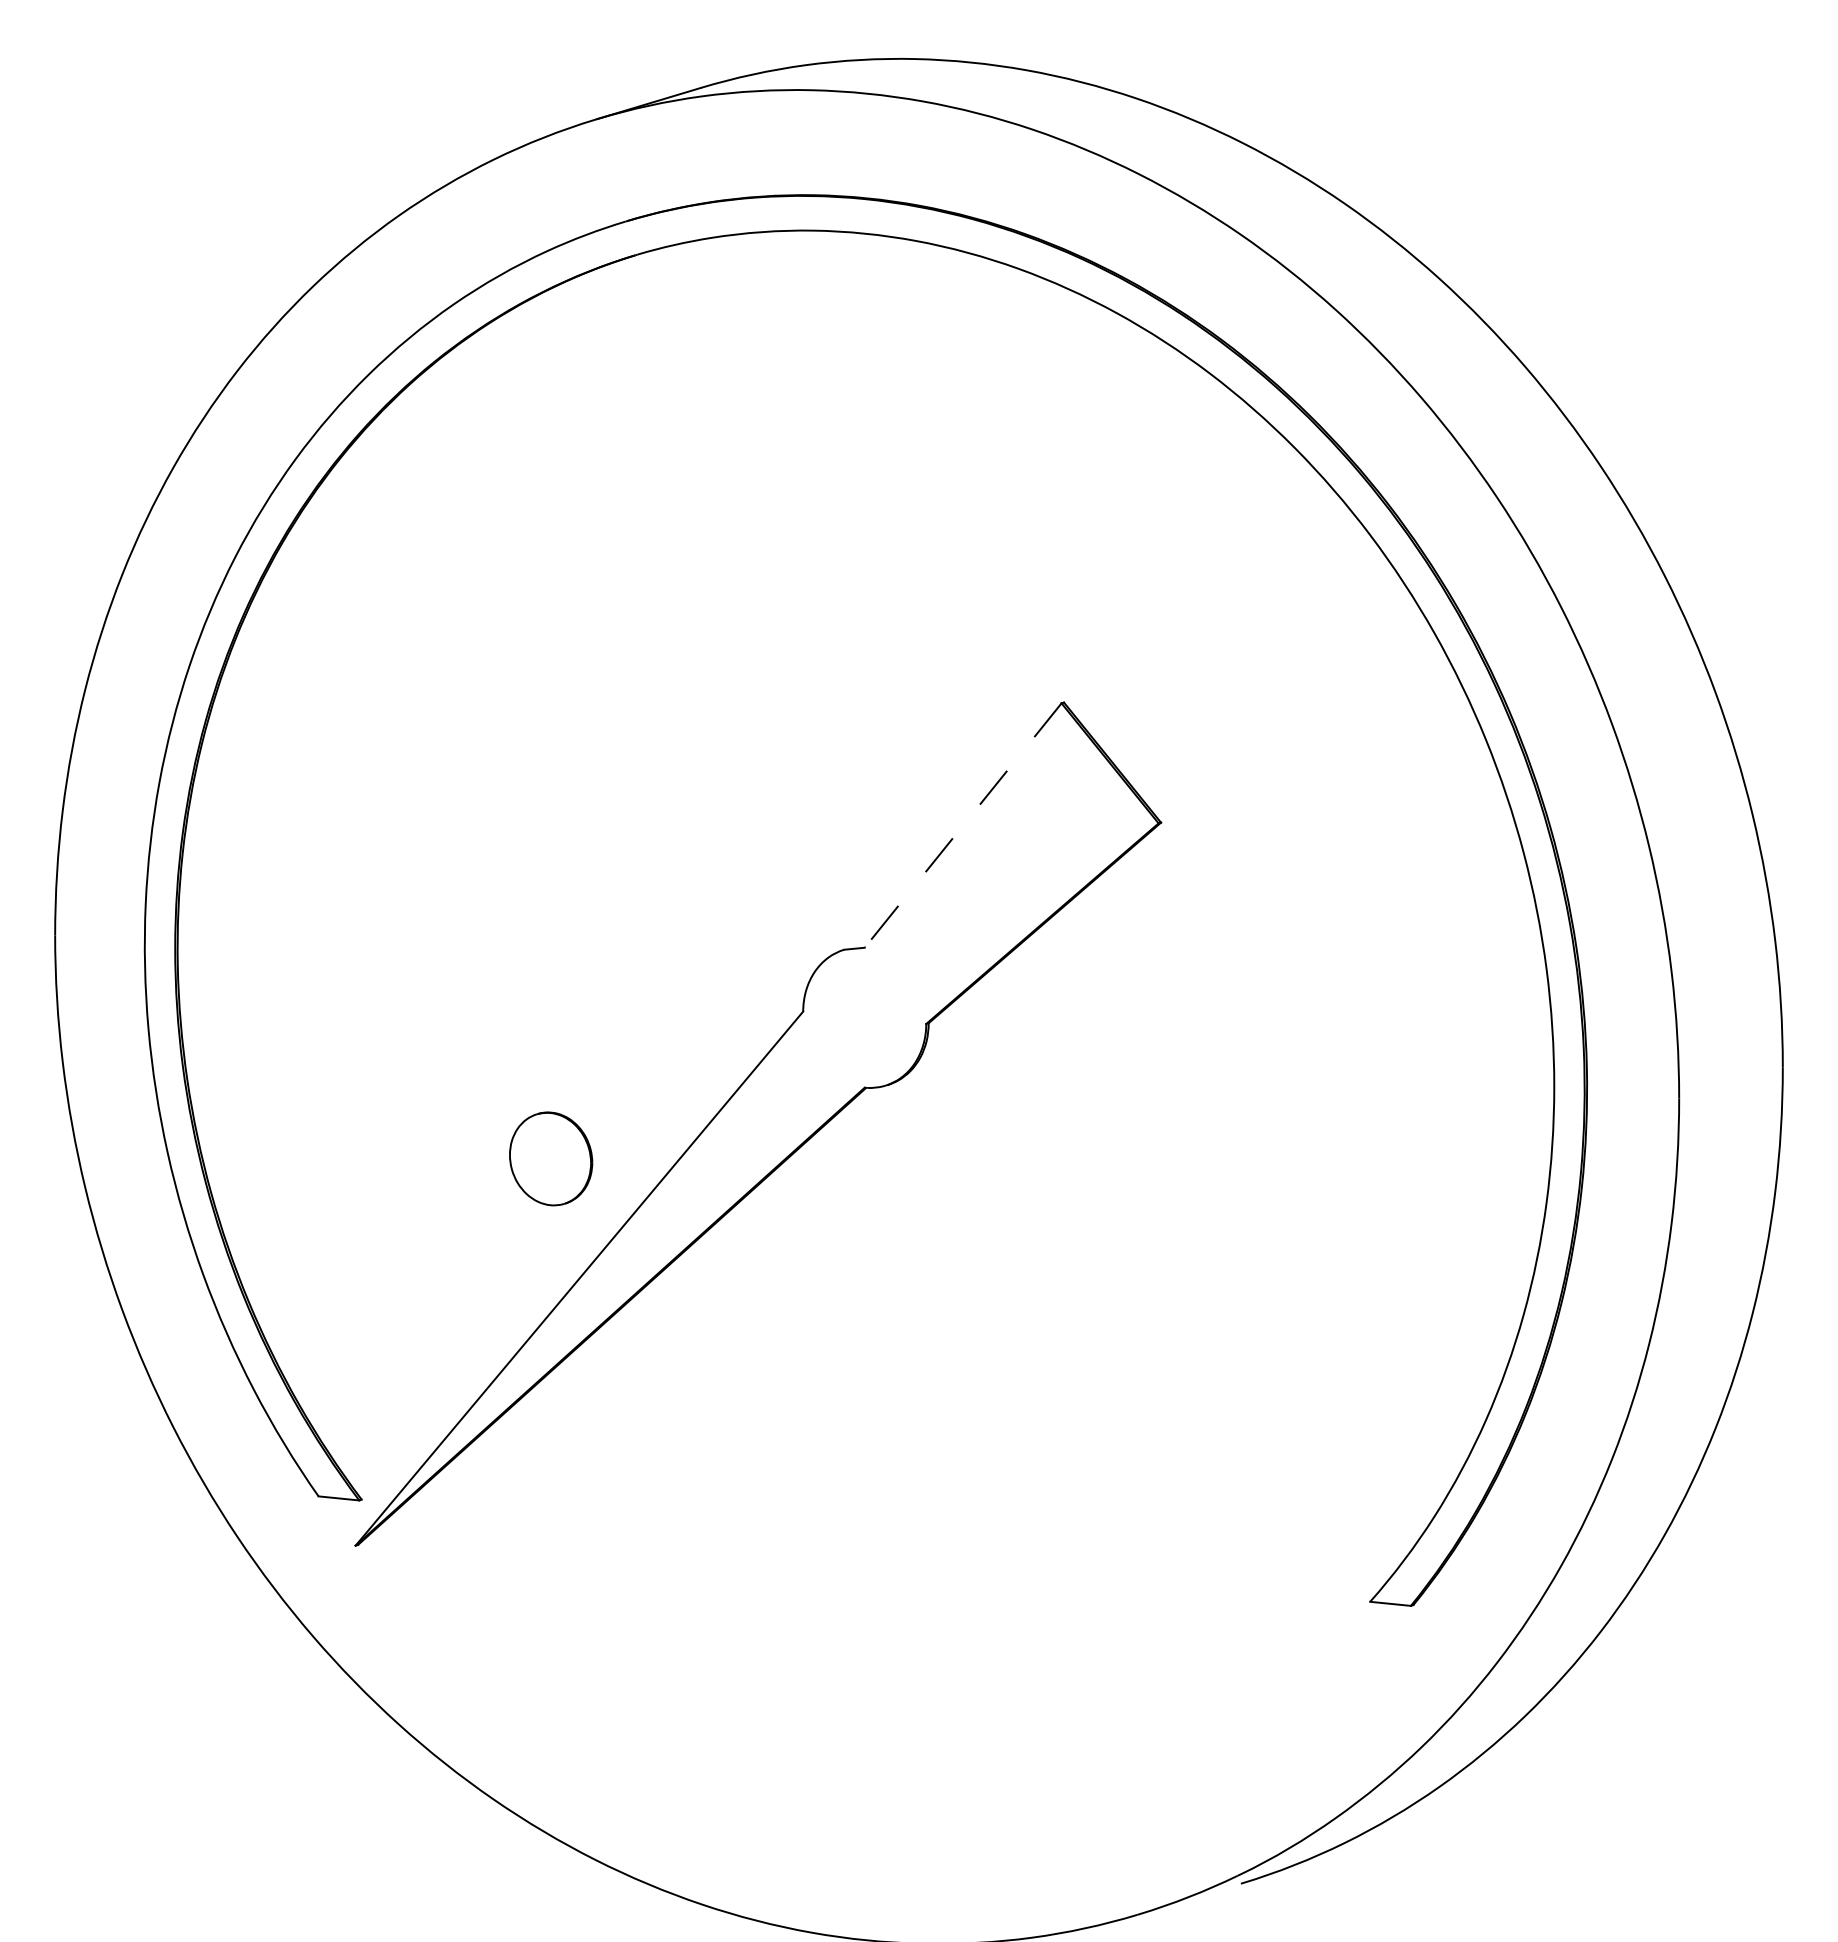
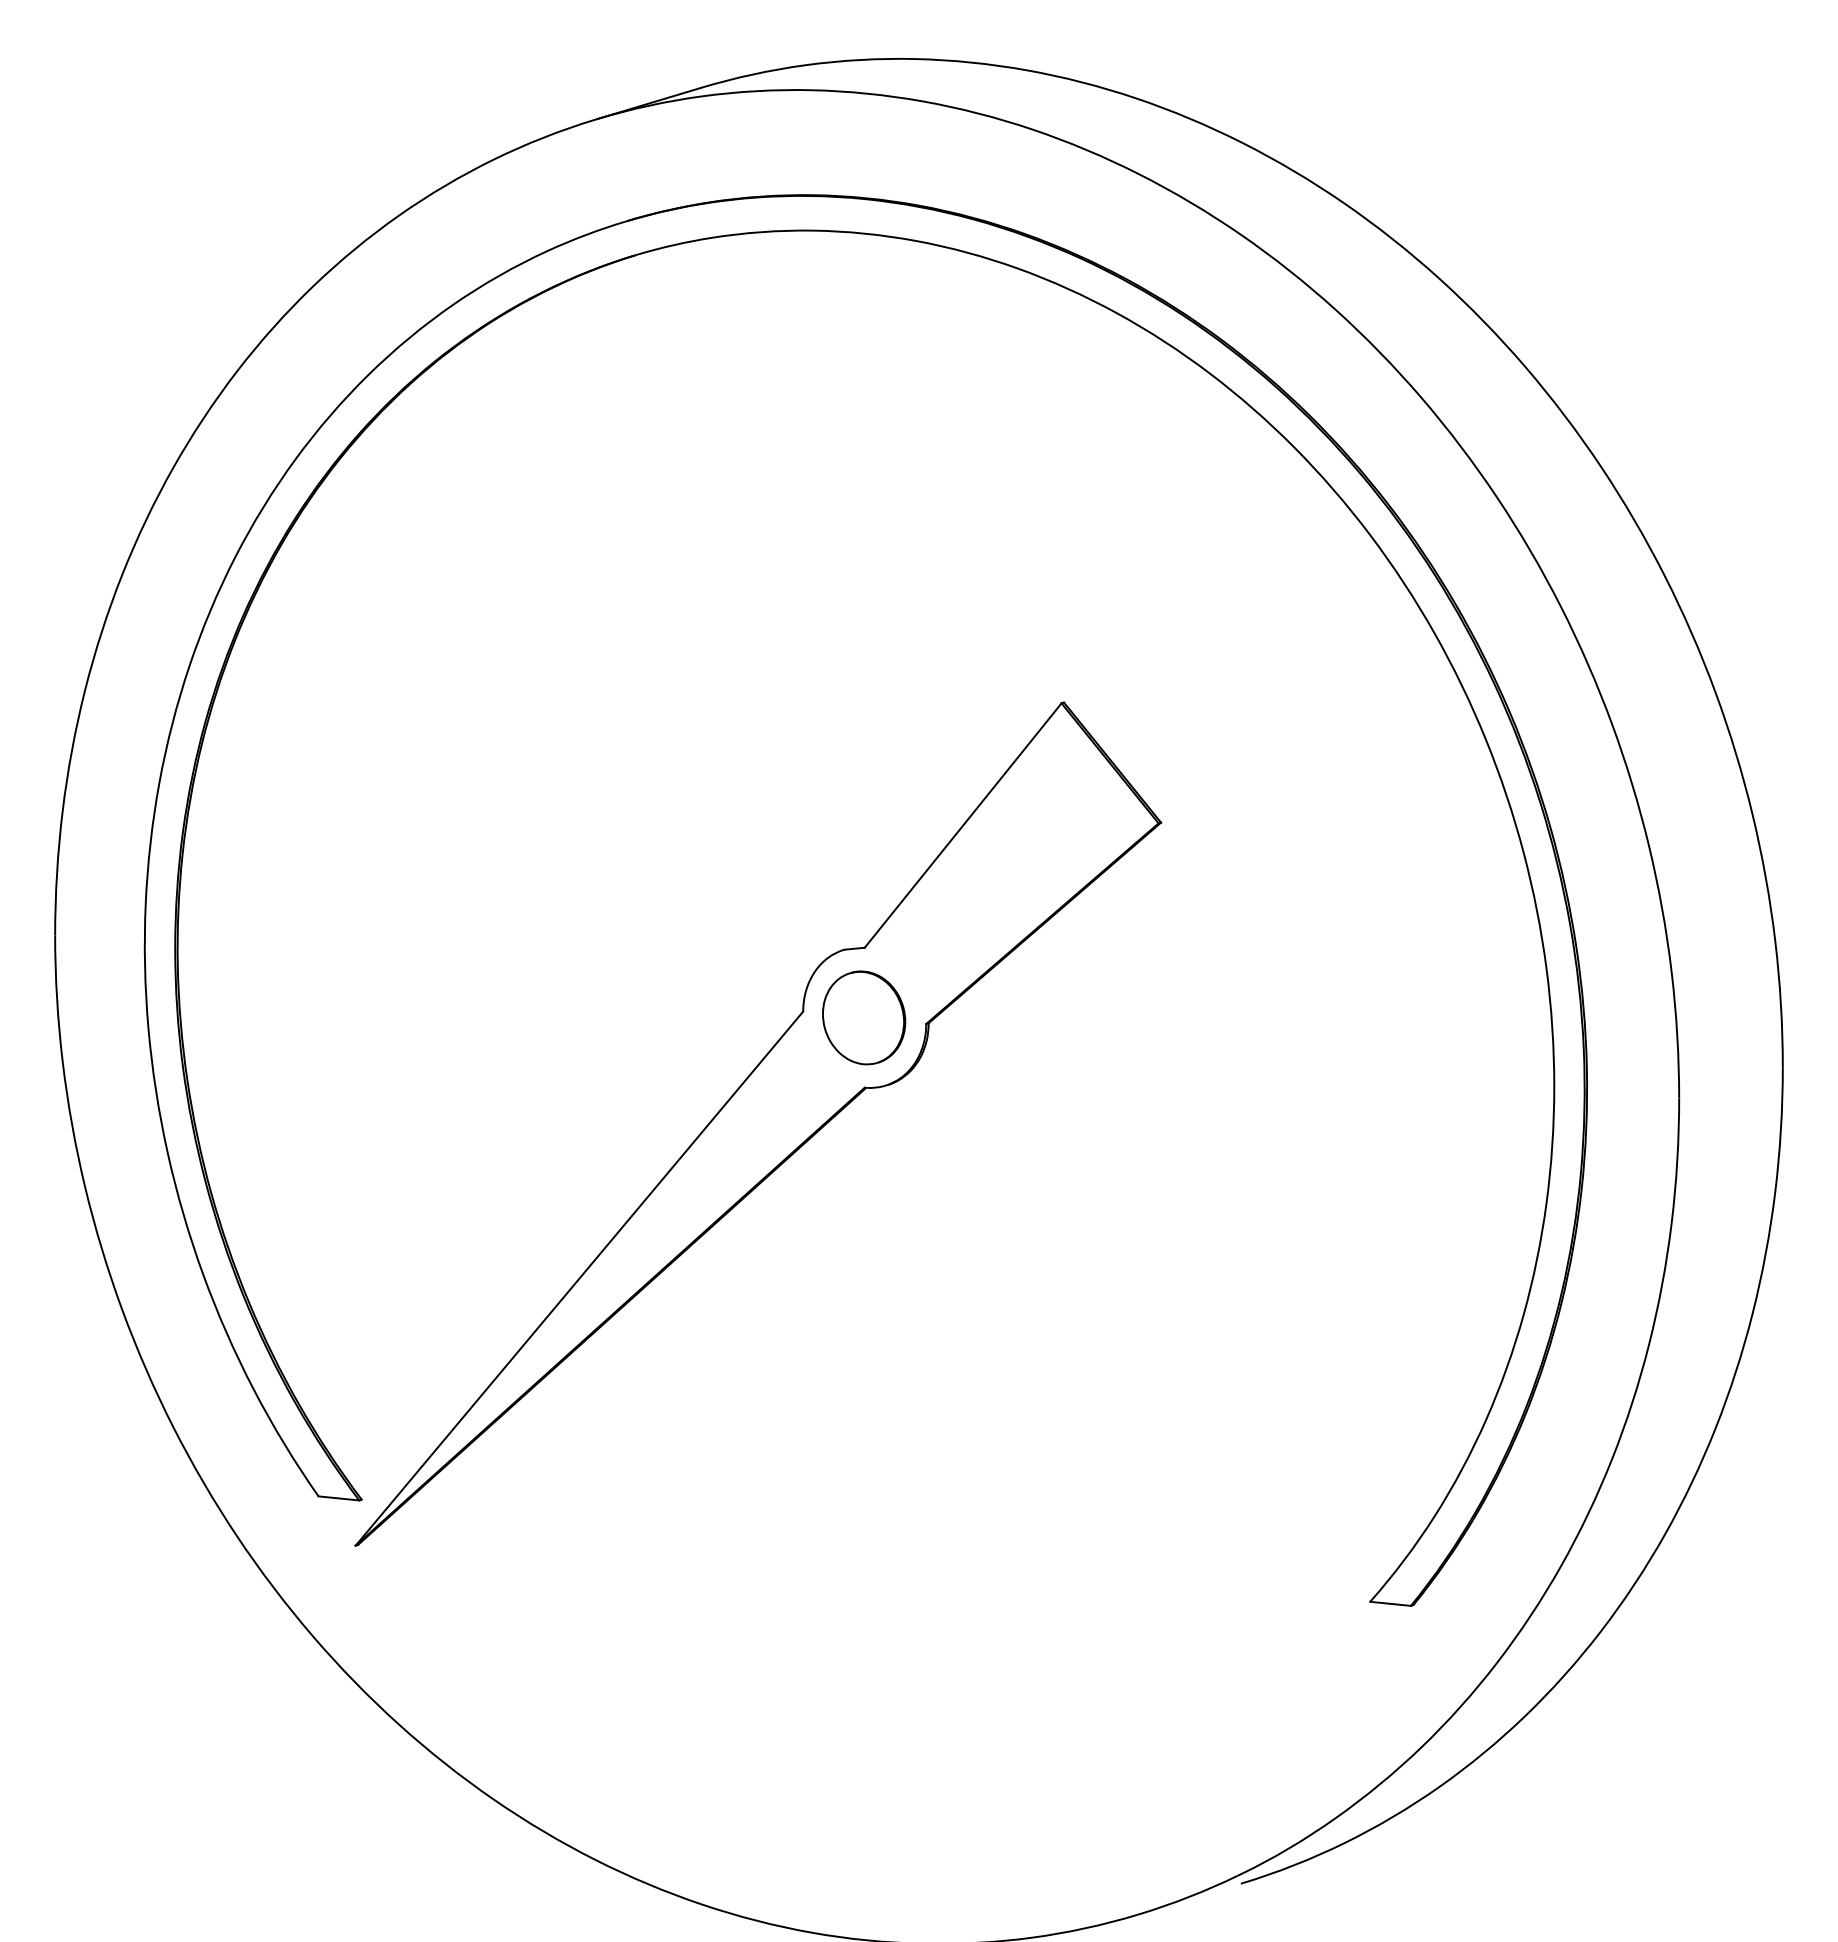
line at (963, 825): dashed -> solid
part at (551, 1158) position: (551, 1158) -> (864, 1017)
